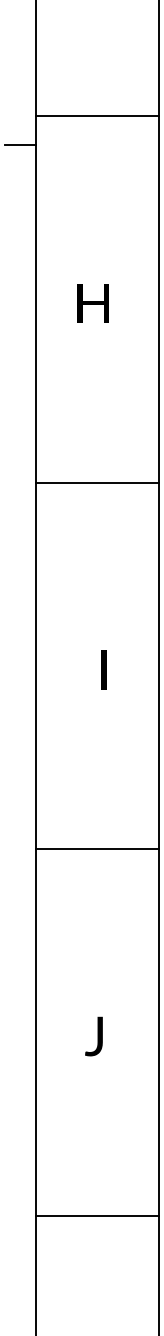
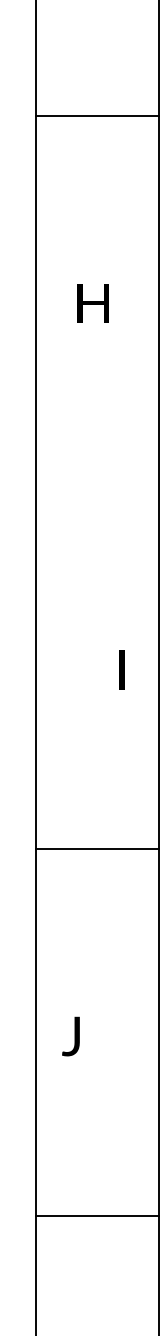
line at (19, 145): present -> none
line at (97, 482): present -> none
text at (103, 669) position: (103, 669) -> (121, 669)
text at (93, 1036) position: (93, 1036) -> (70, 1036)
